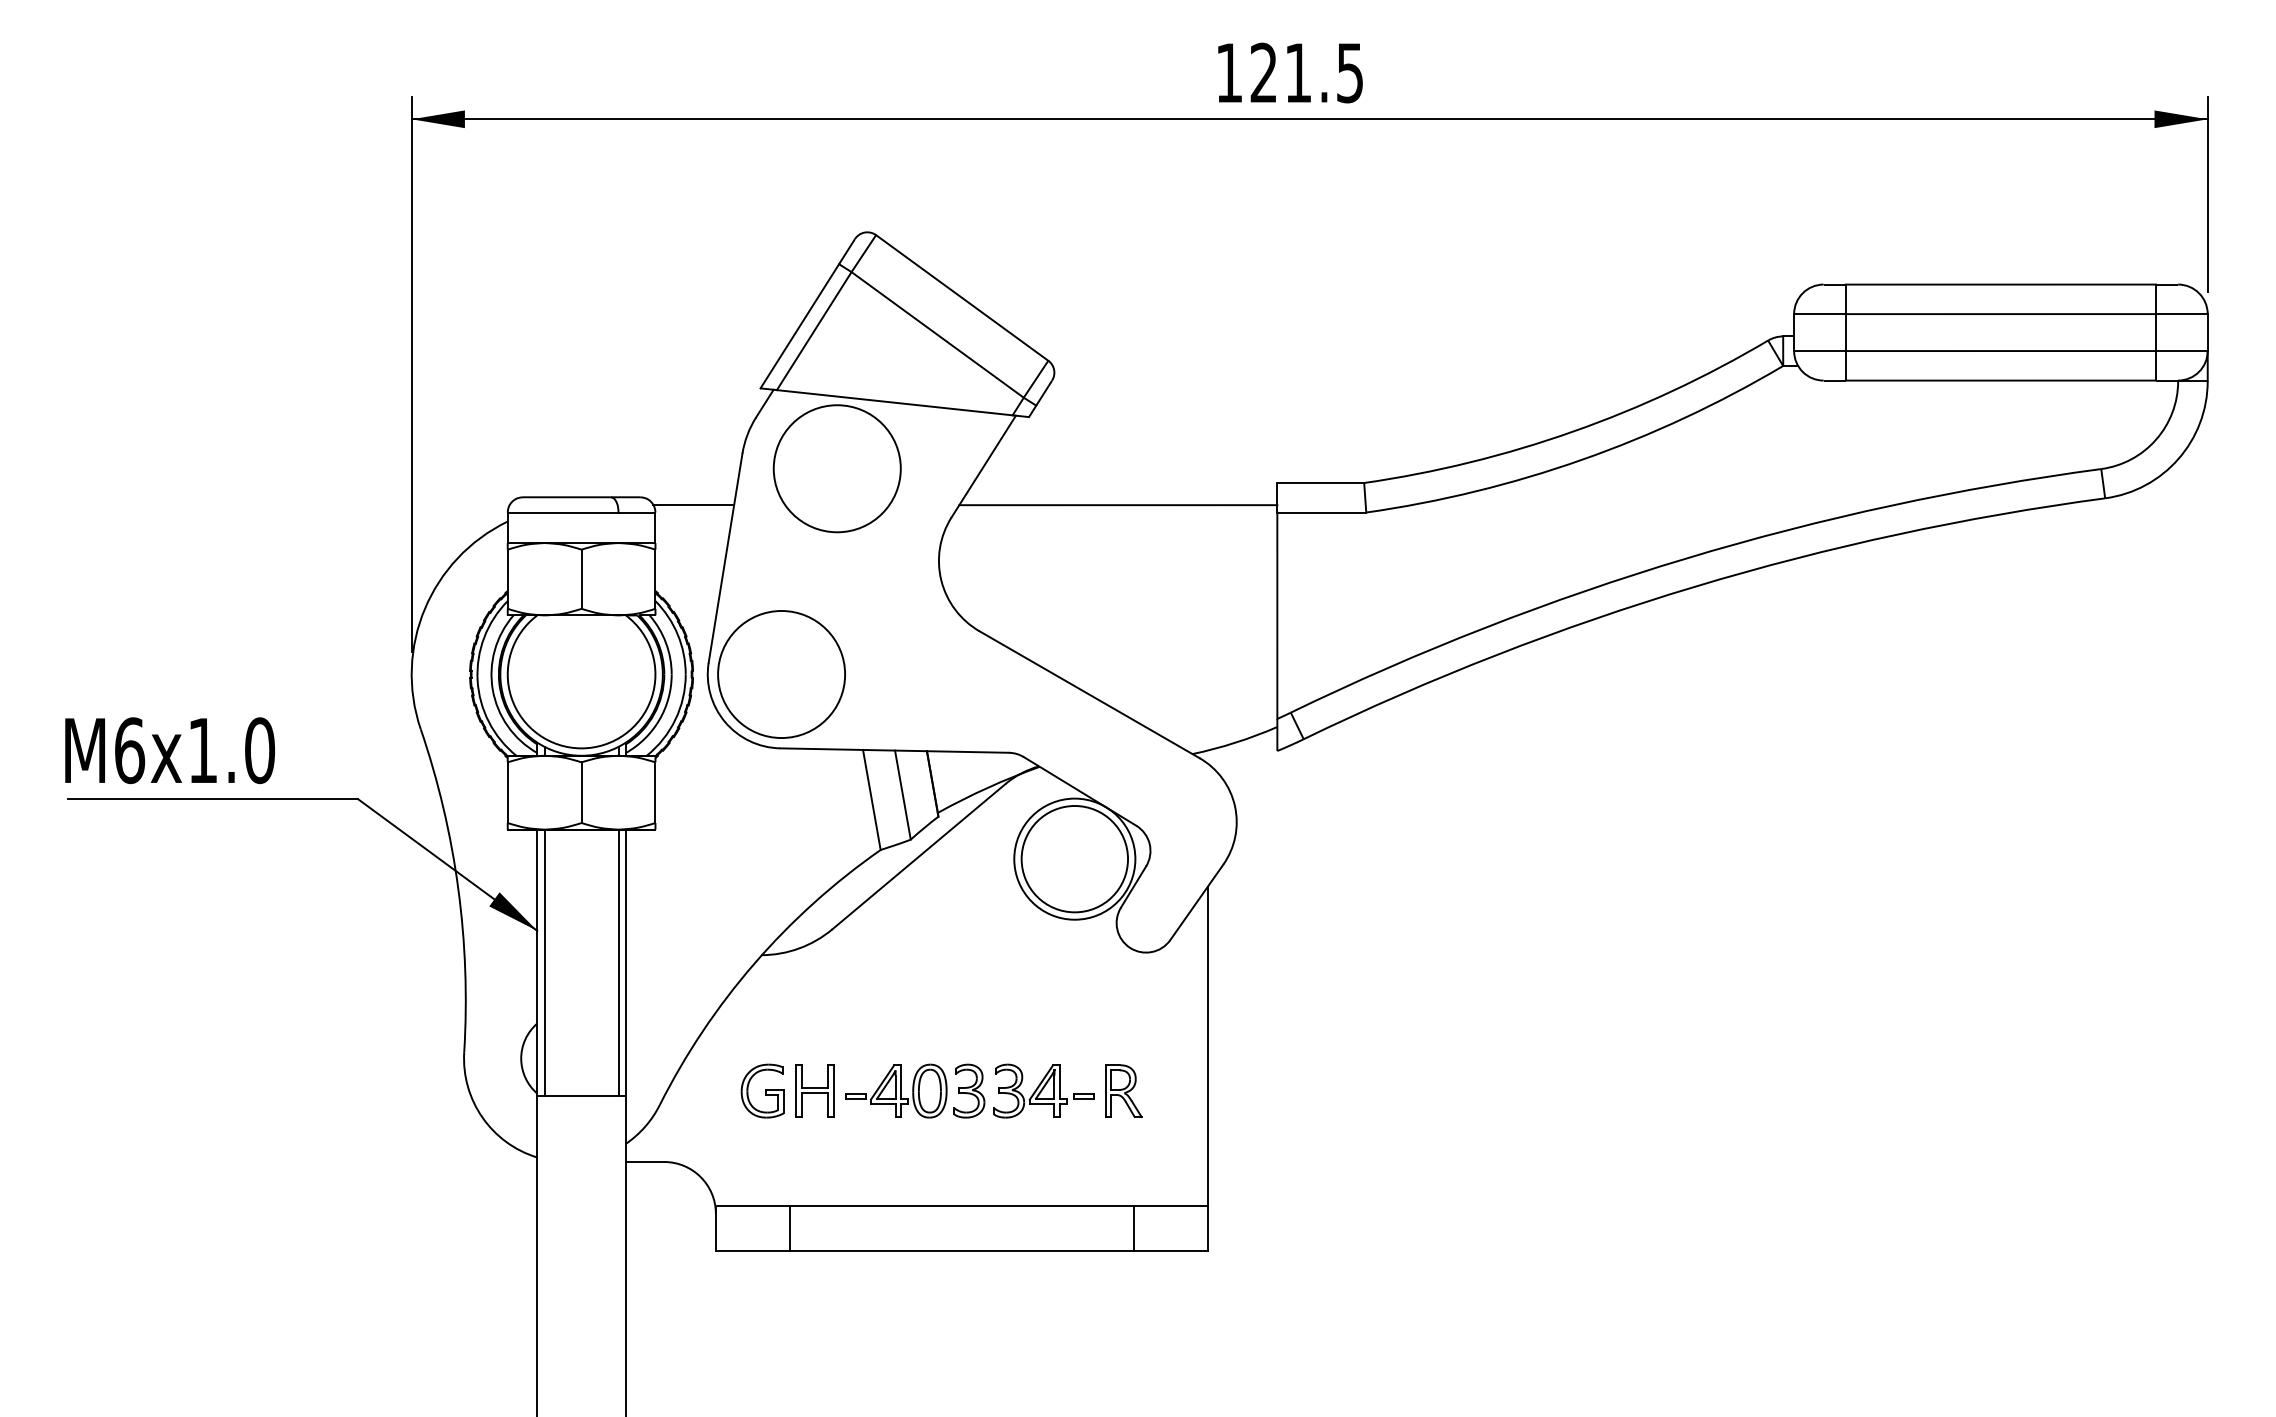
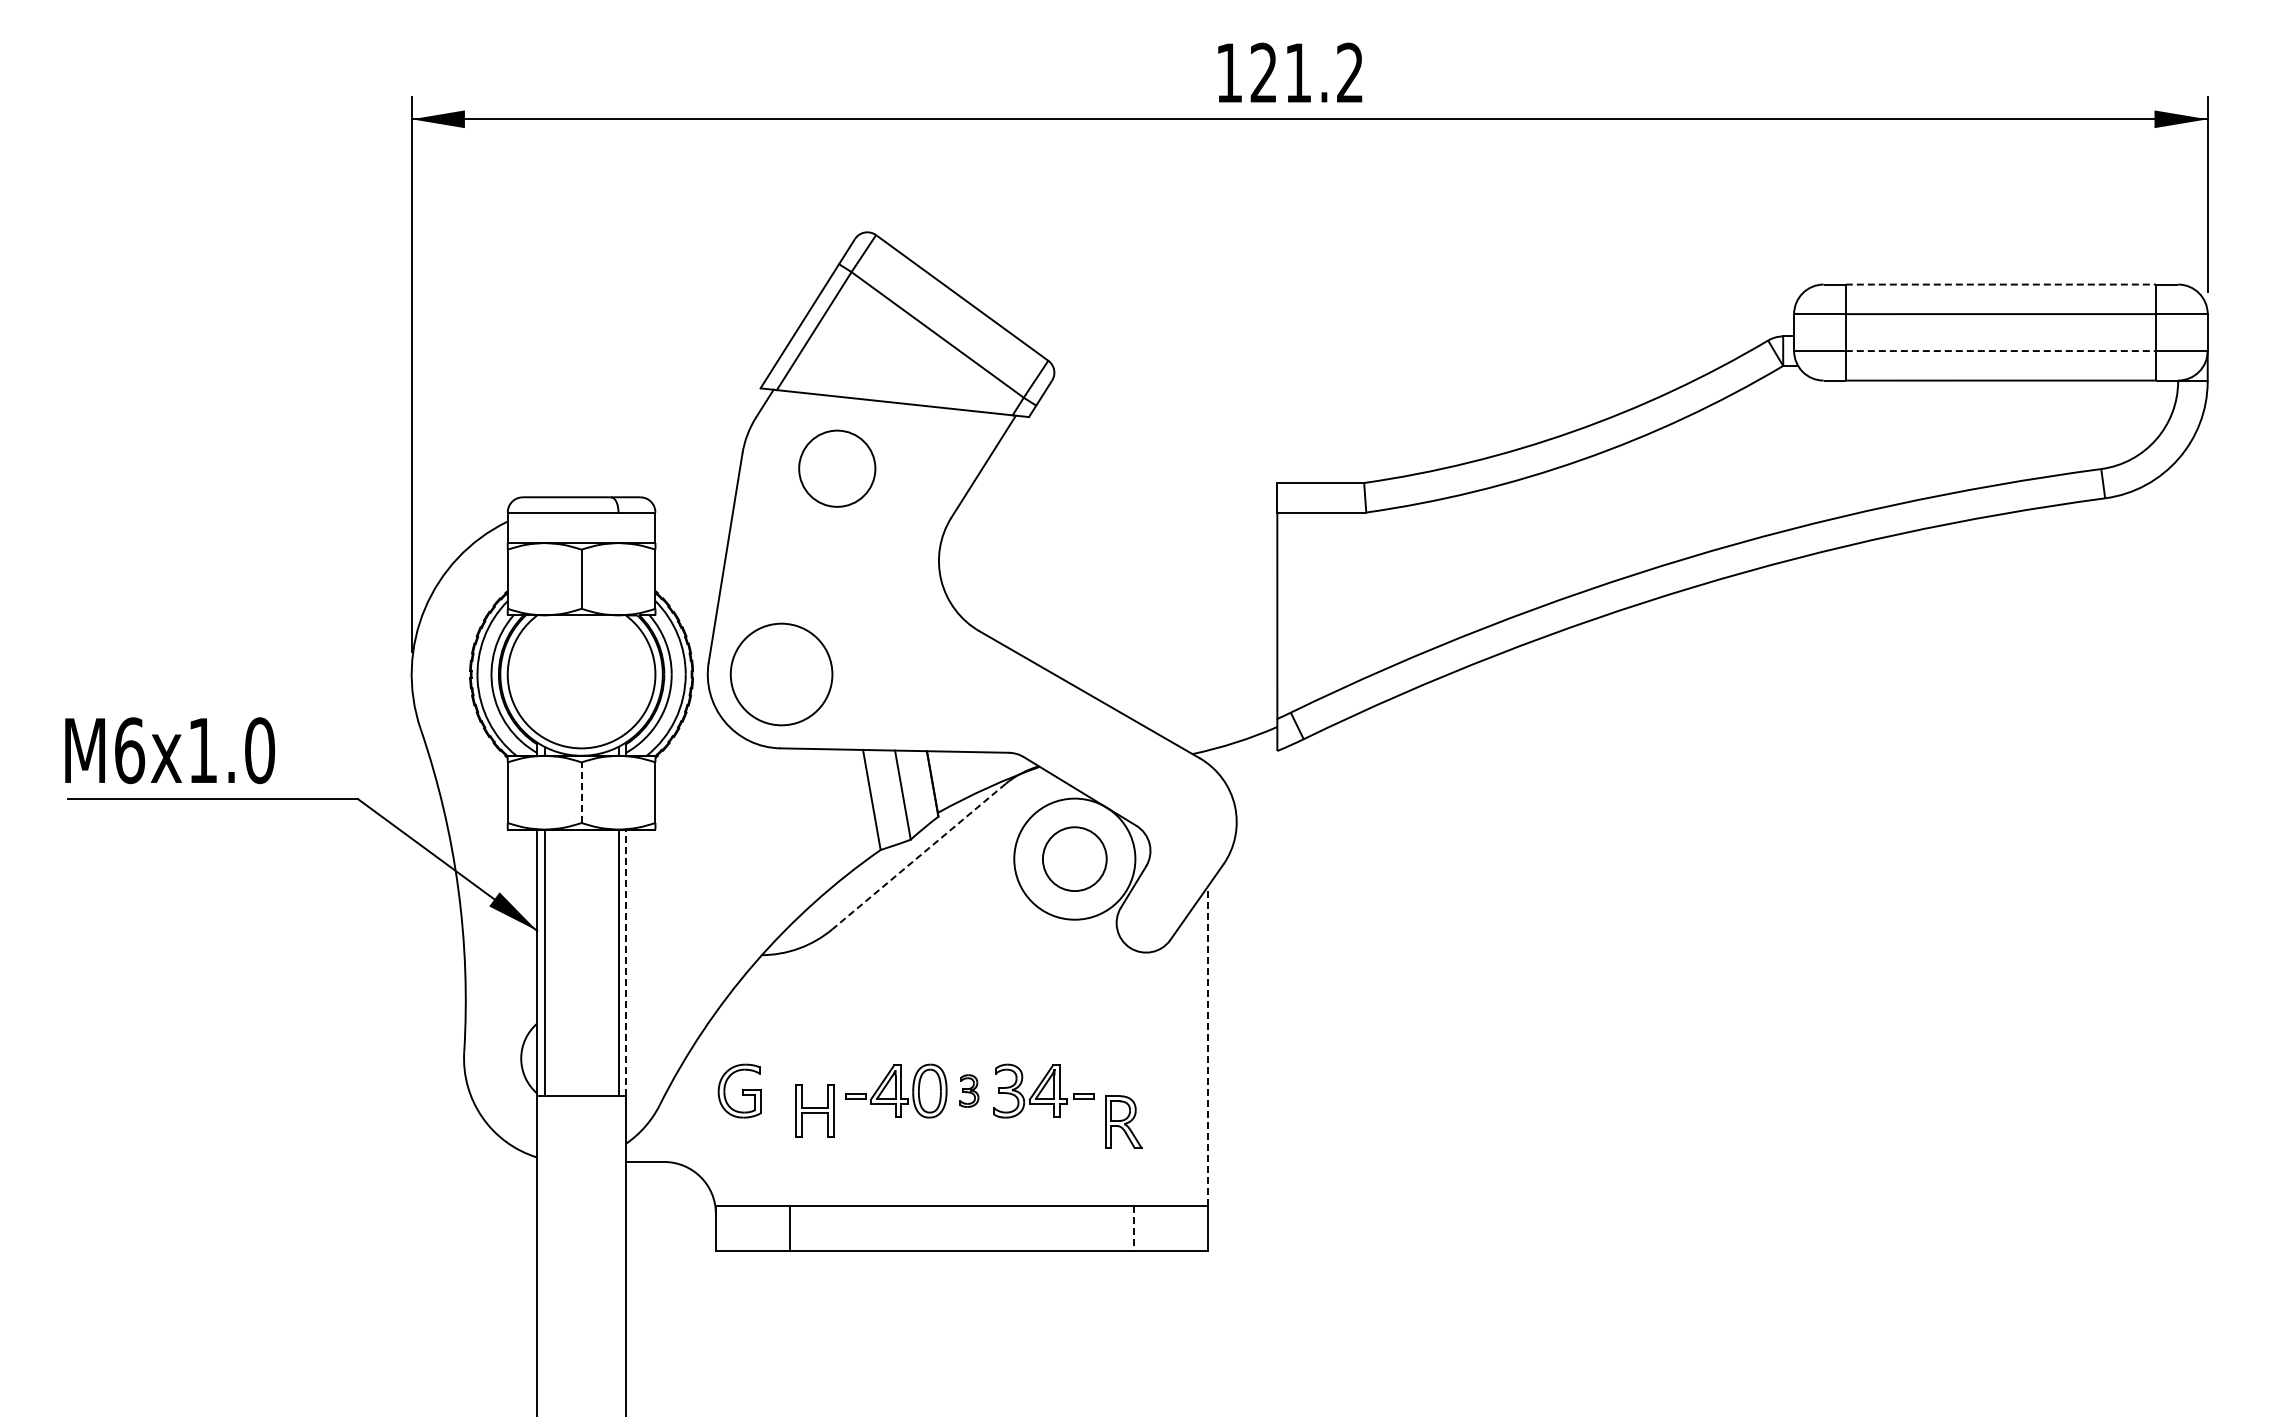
text at (1349, 72): 121.5 -> 121.2
line at (2001, 284): solid -> dashed
line at (2001, 351): solid -> dashed
circle at (836, 468) diameter: 127 px -> 76 px
line at (693, 504): present -> none
line at (1118, 505): present -> none
circle at (781, 674) diameter: 127 px -> 102 px
line at (581, 792): solid -> dashed
line at (918, 856): solid -> dashed
circle at (1074, 859) diameter: 106 px -> 64 px
line at (625, 962): solid -> dashed
line at (1207, 1046): solid -> dashed
part at (762, 1090) position: (762, 1090) -> (739, 1090)
part at (814, 1090) position: (814, 1090) -> (814, 1110)
part at (969, 1090) size: 33x56 px -> 21x34 px
part at (1123, 1090) position: (1123, 1090) -> (1123, 1121)
line at (1133, 1228): solid -> dashed
